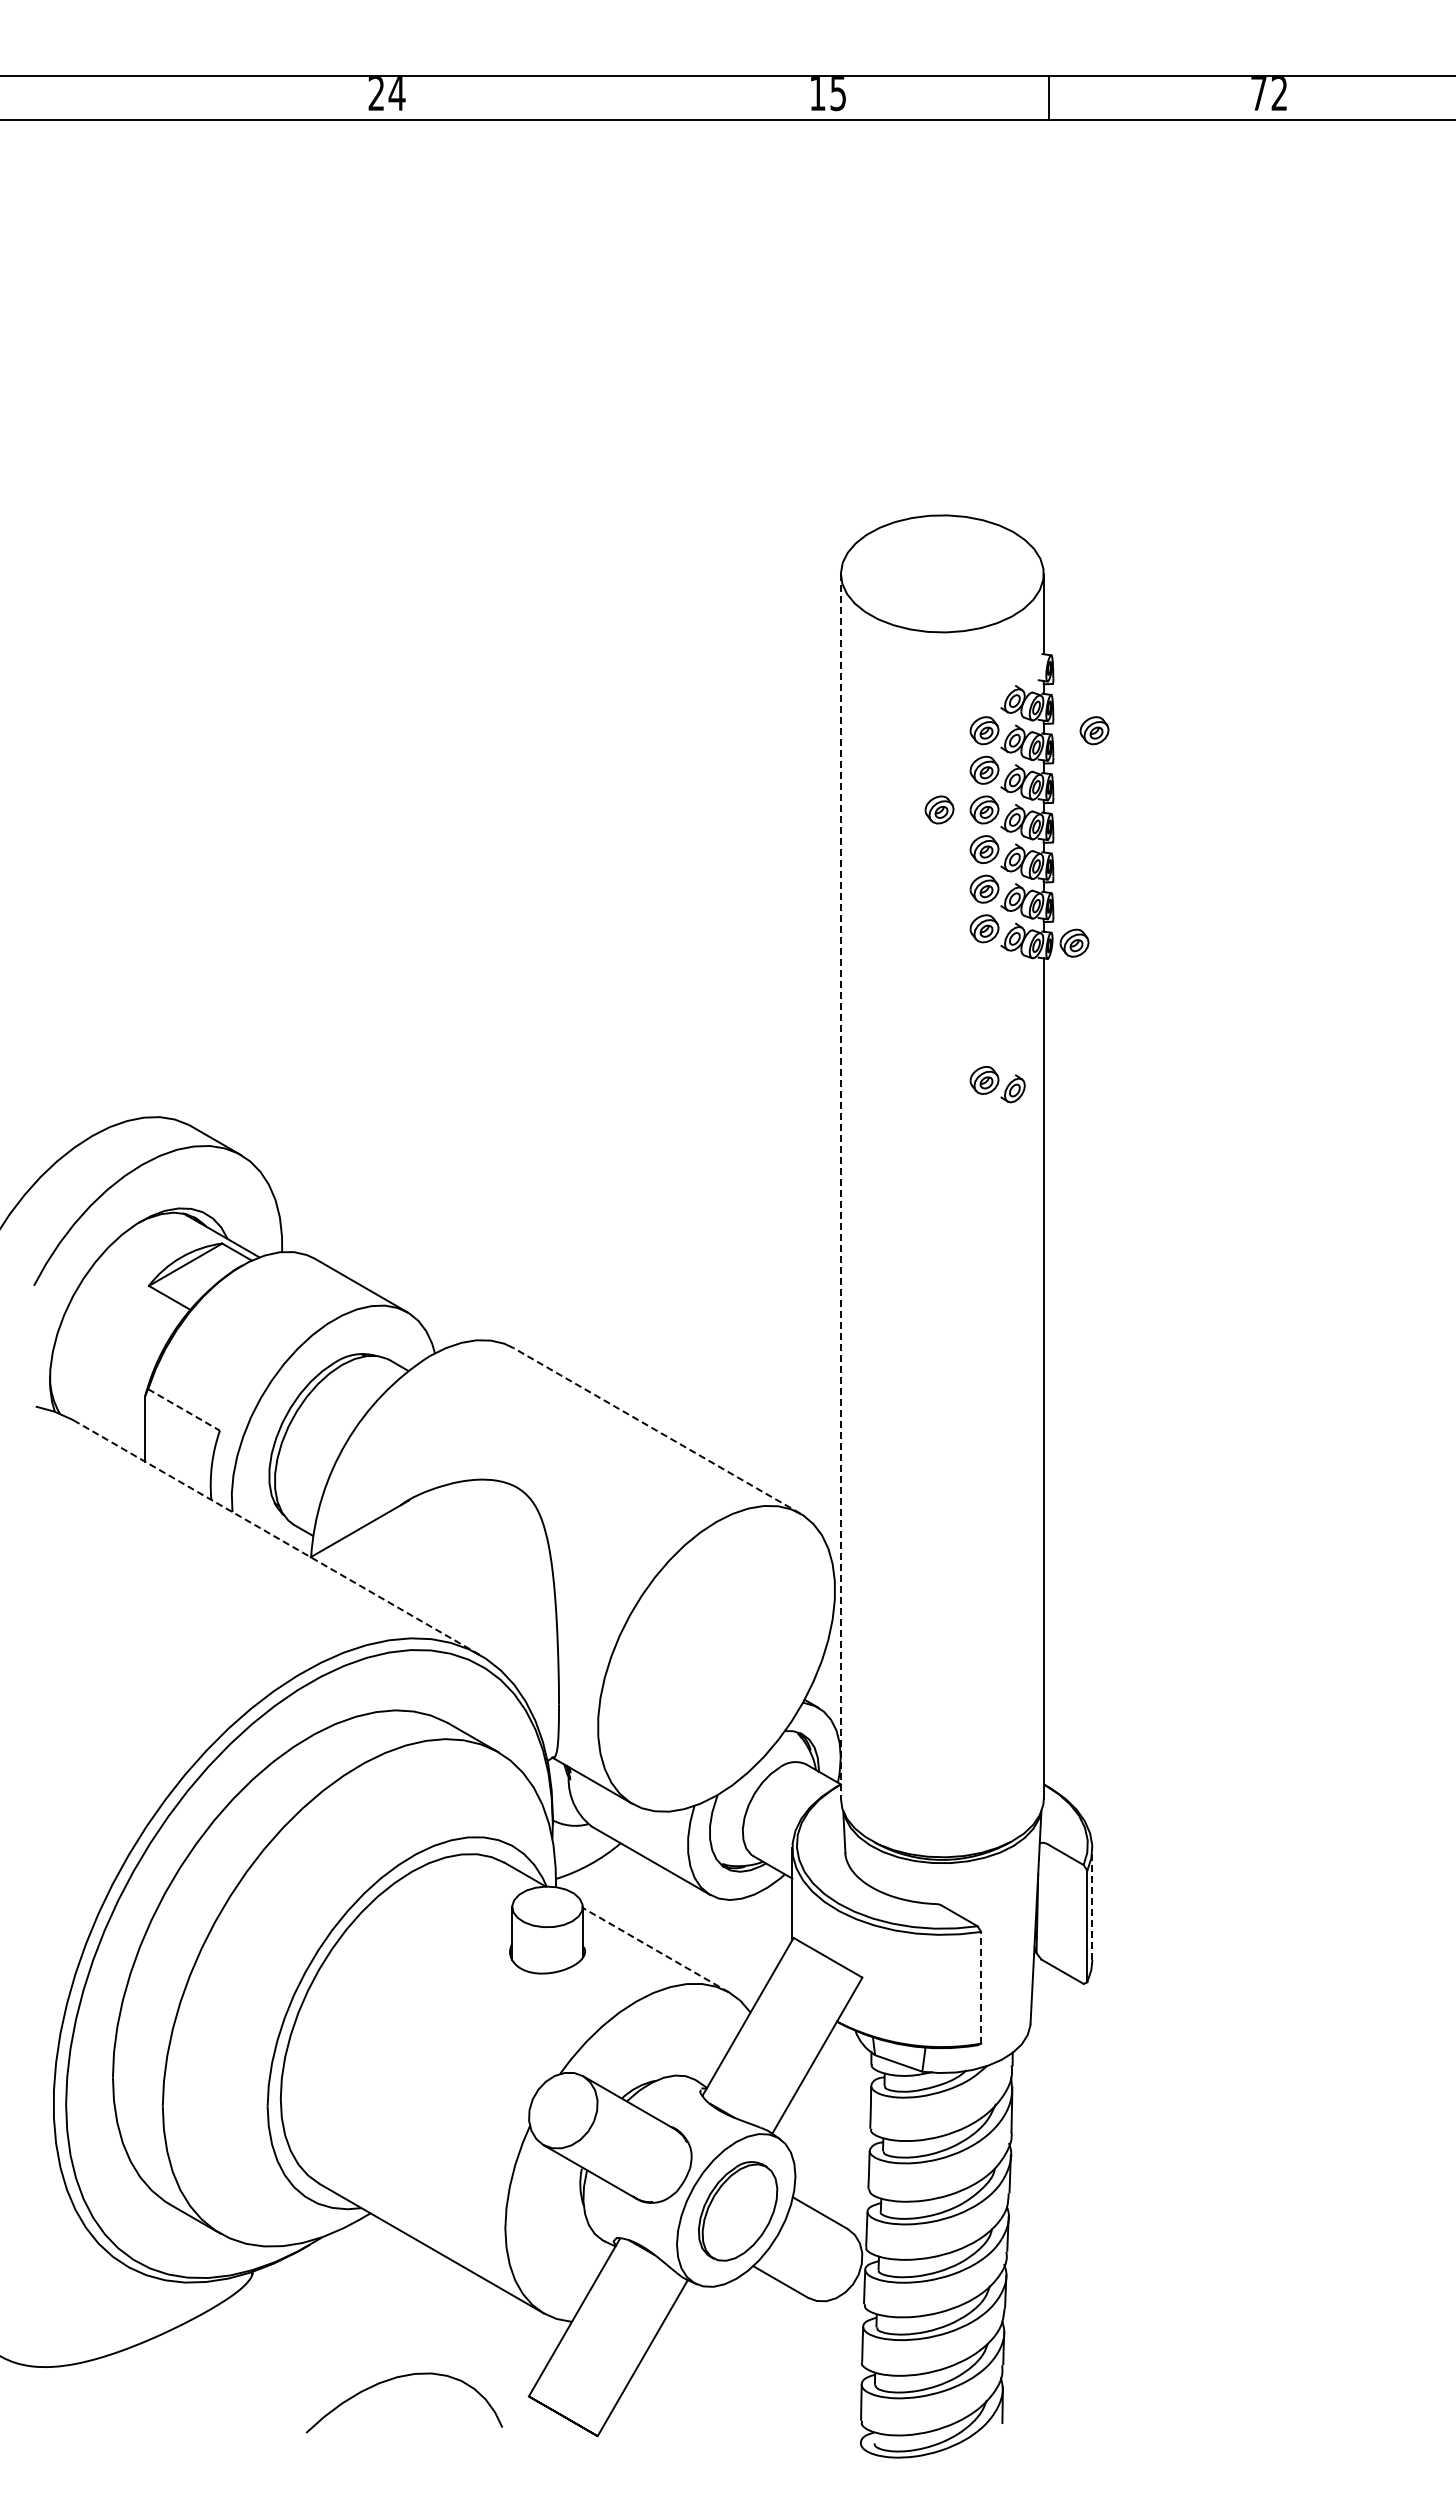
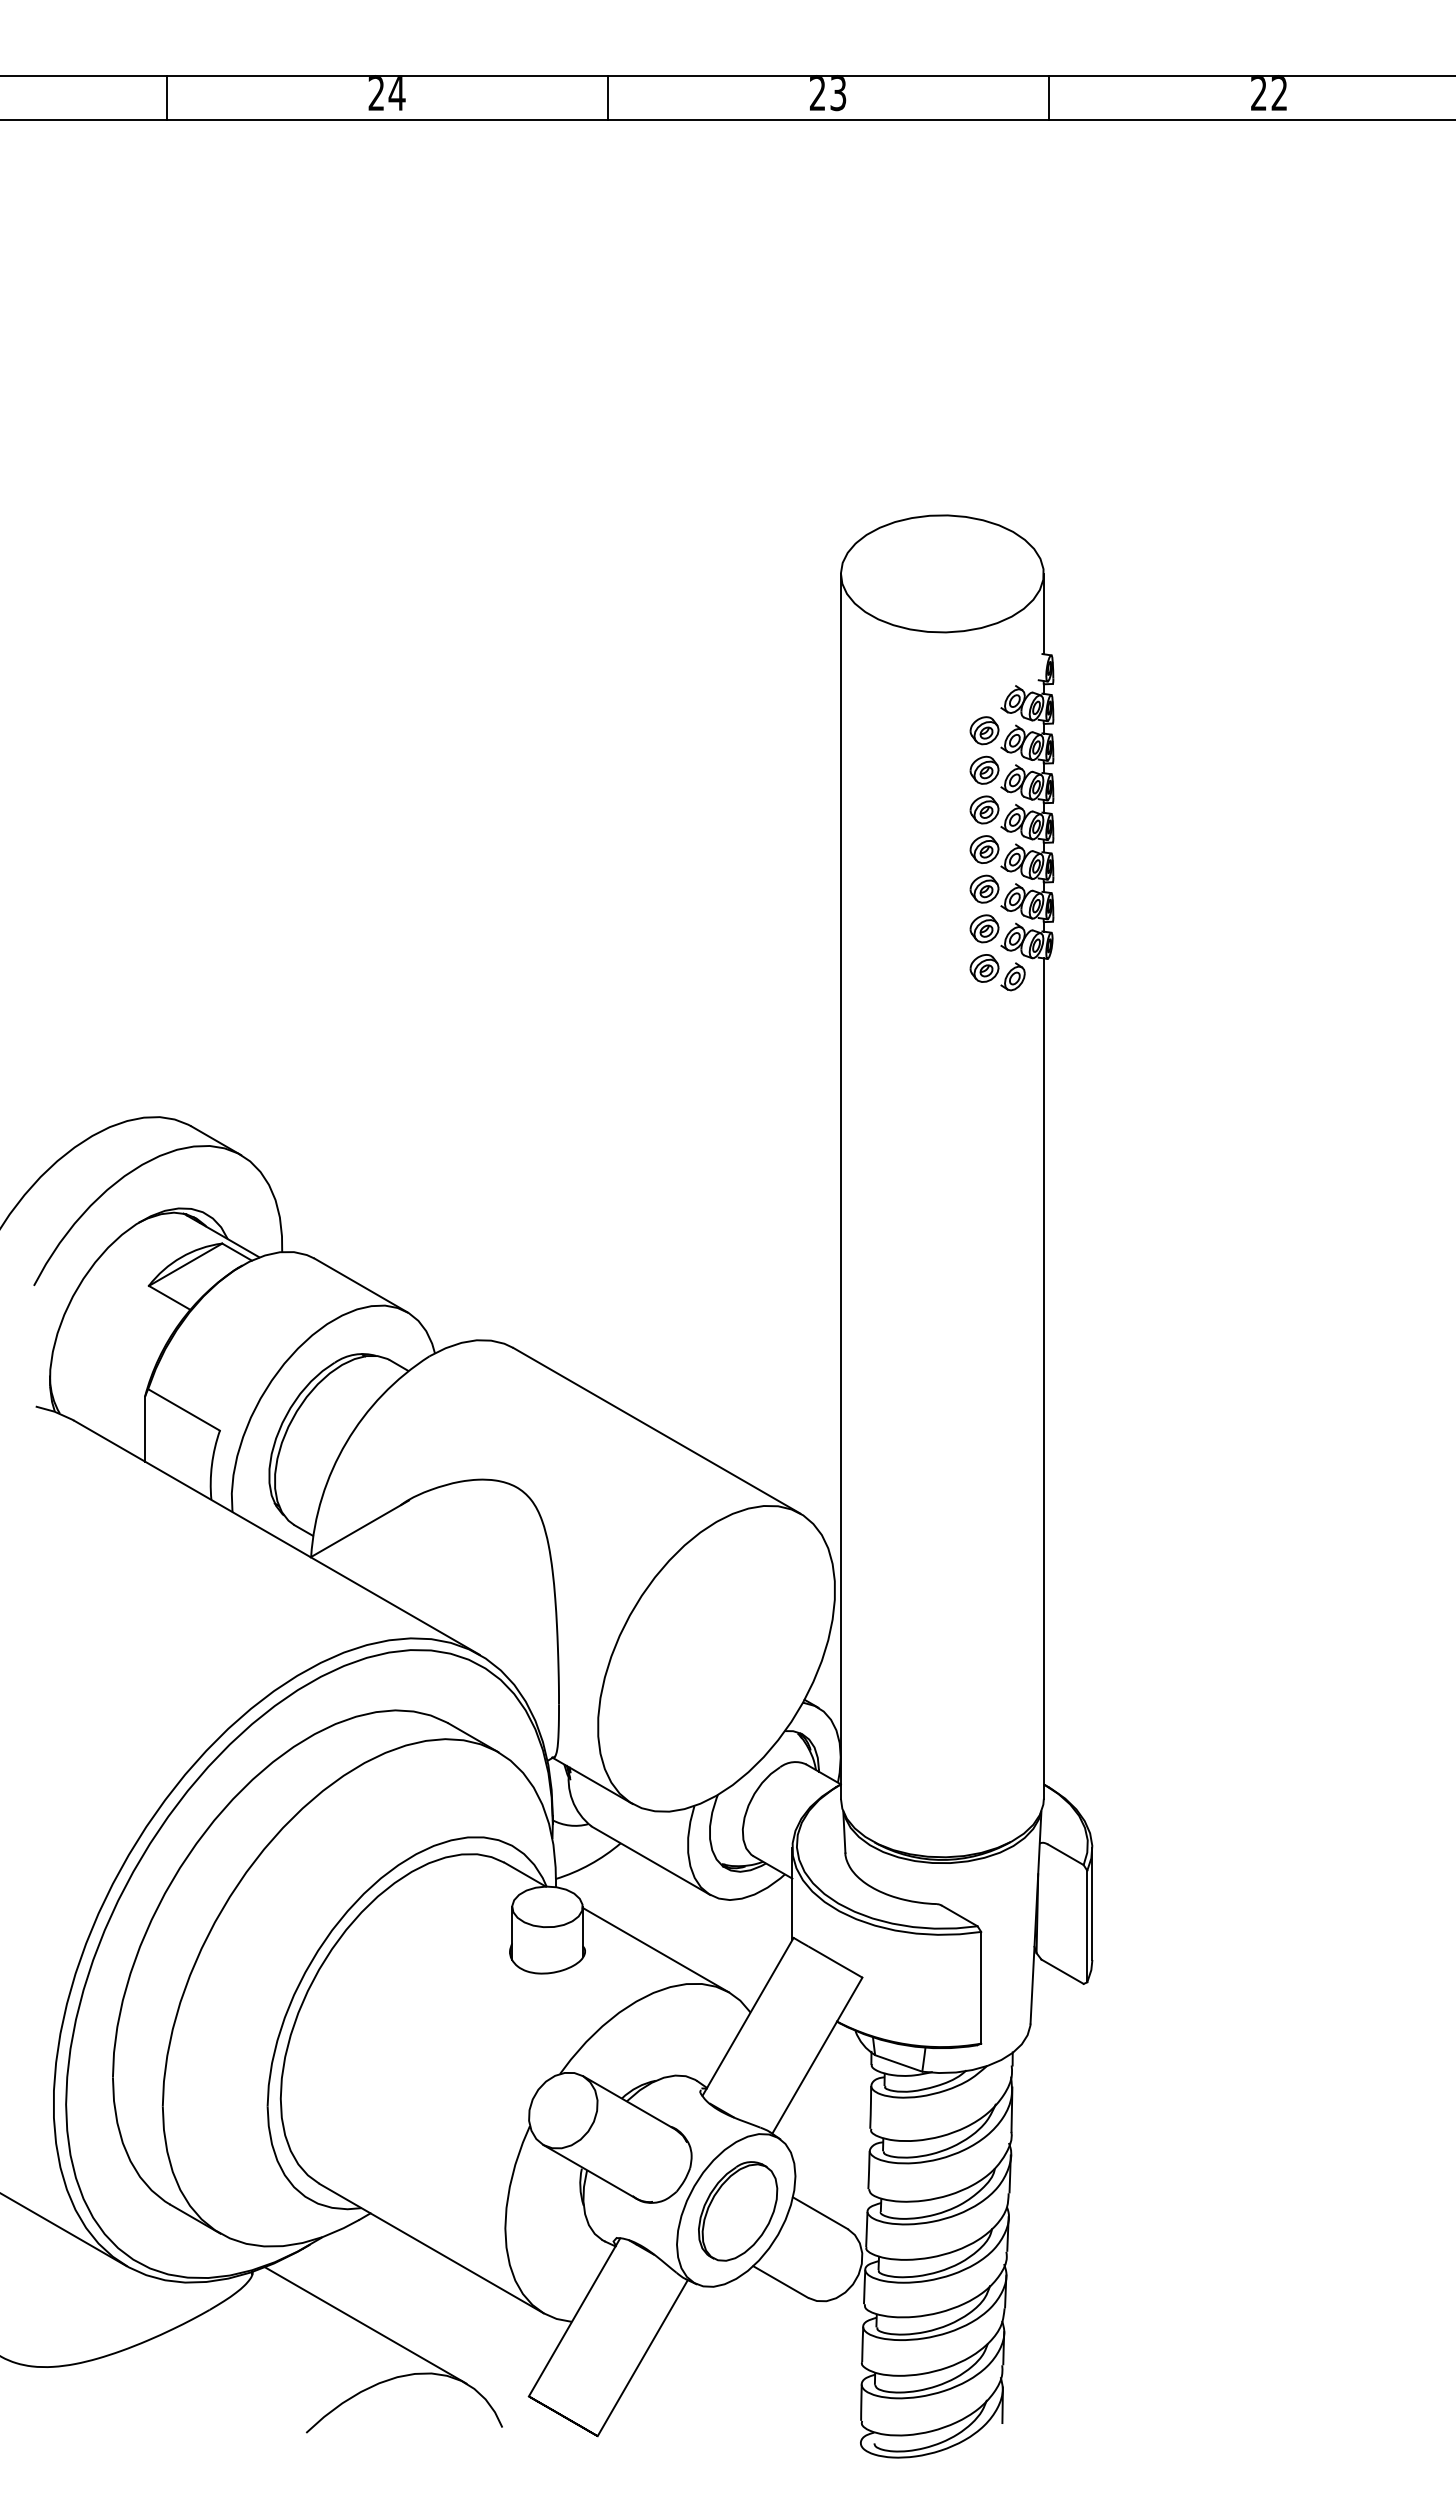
text at (827, 93): 15 -> 23
text at (1258, 93): 72 -> 22
line at (167, 98): none -> present
line at (608, 98): none -> present
part at (1094, 730): present -> none
part at (939, 809): present -> none
part at (1074, 942): present -> none
part at (997, 1084) position: (997, 1084) -> (997, 972)
line at (840, 1186): dashed -> solid
line at (184, 1410): dashed -> solid
line at (656, 1430): dashed -> solid
line at (276, 1537): dashed -> solid
line at (1092, 1904): dashed -> solid
line at (655, 1949): dashed -> solid
line at (981, 1987): dashed -> solid
line at (64, 2230): none -> present
line at (365, 2325): none -> present
